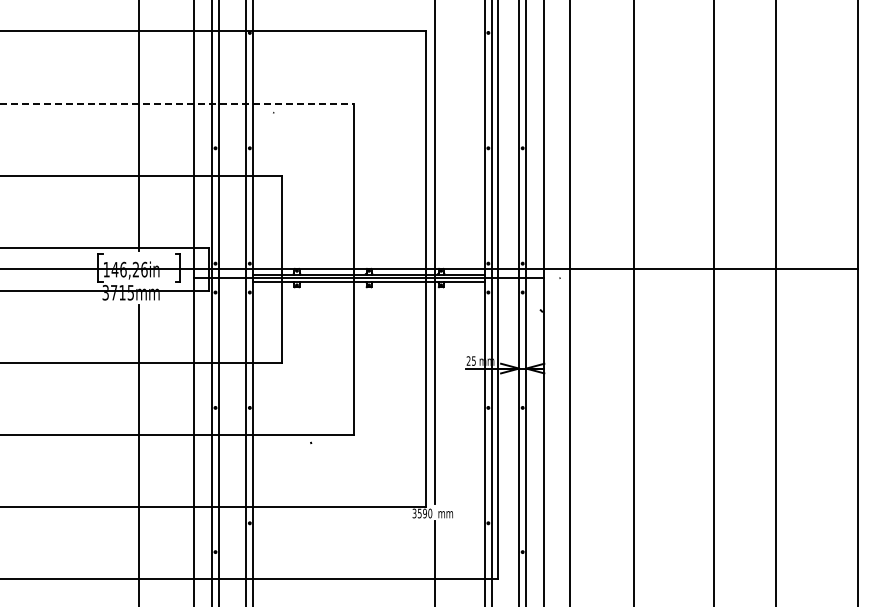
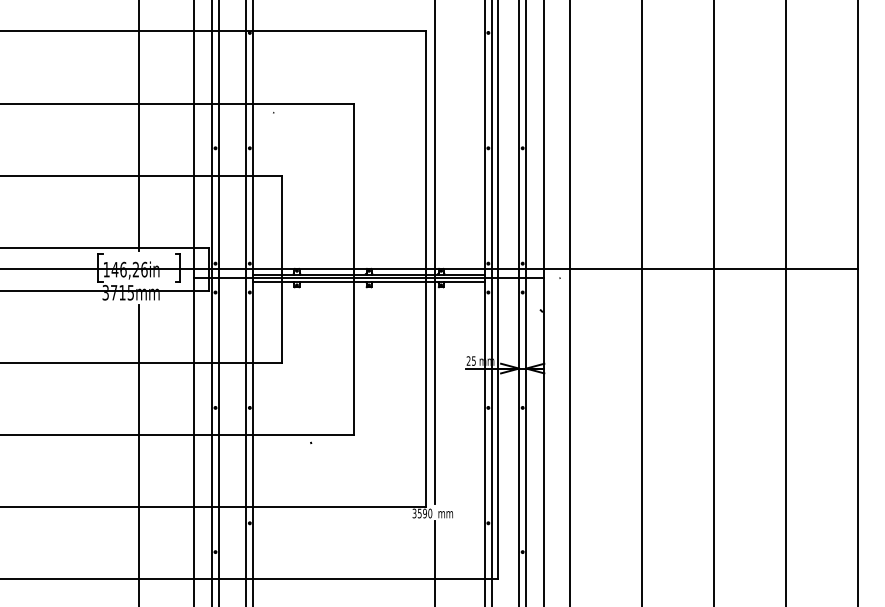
line at (176, 103): dashed -> solid
line at (634, 302) position: (634, 302) -> (642, 302)
line at (776, 302) position: (776, 302) -> (786, 302)
